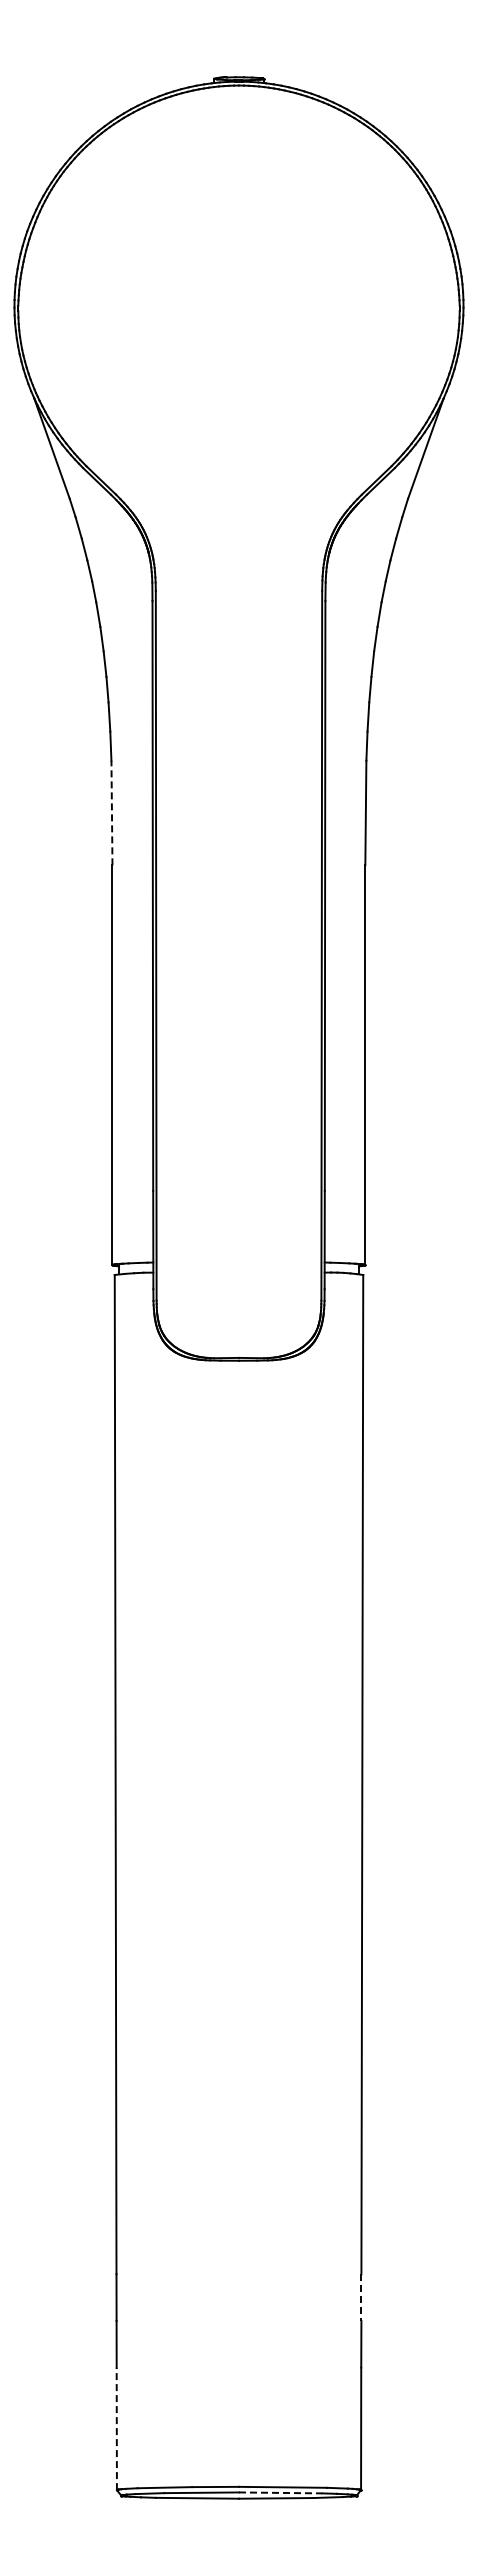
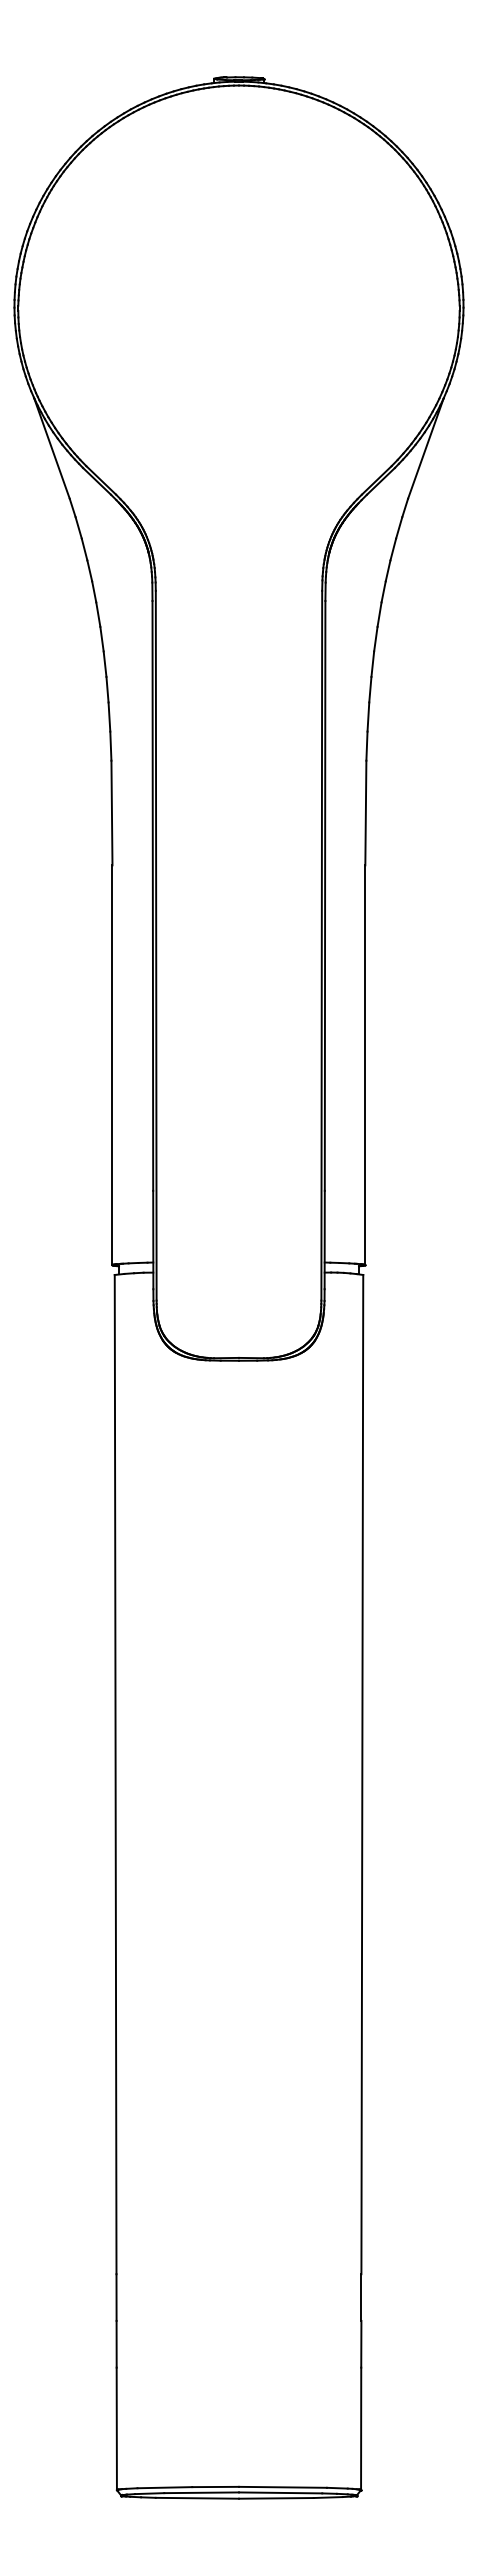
line at (111, 812): dashed -> solid
line at (361, 2298): dashed -> solid
line at (116, 2428): dashed -> solid
line at (280, 2492): dashed -> solid
